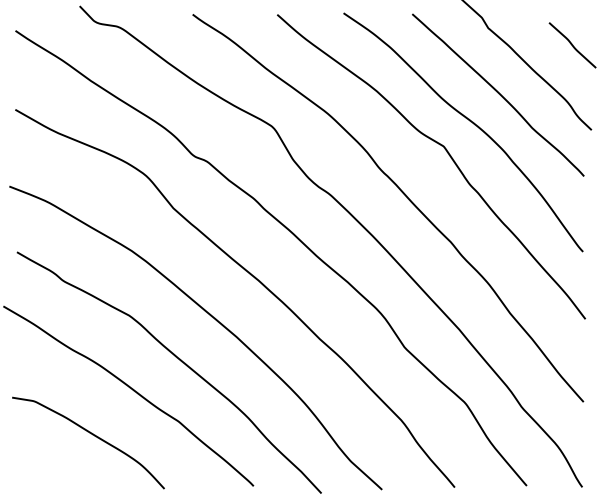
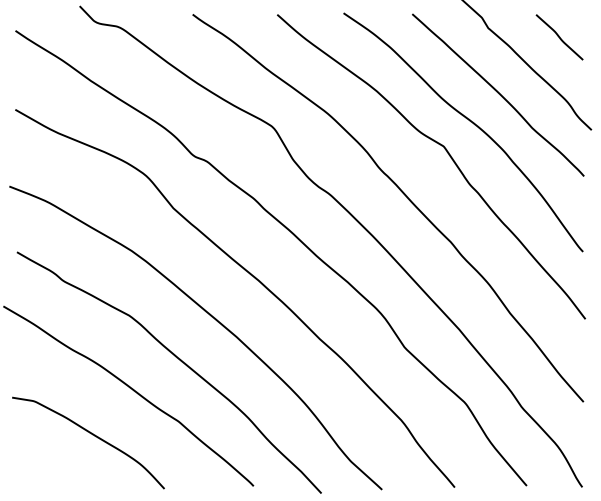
curve at (572, 45) position: (572, 45) -> (559, 37)
